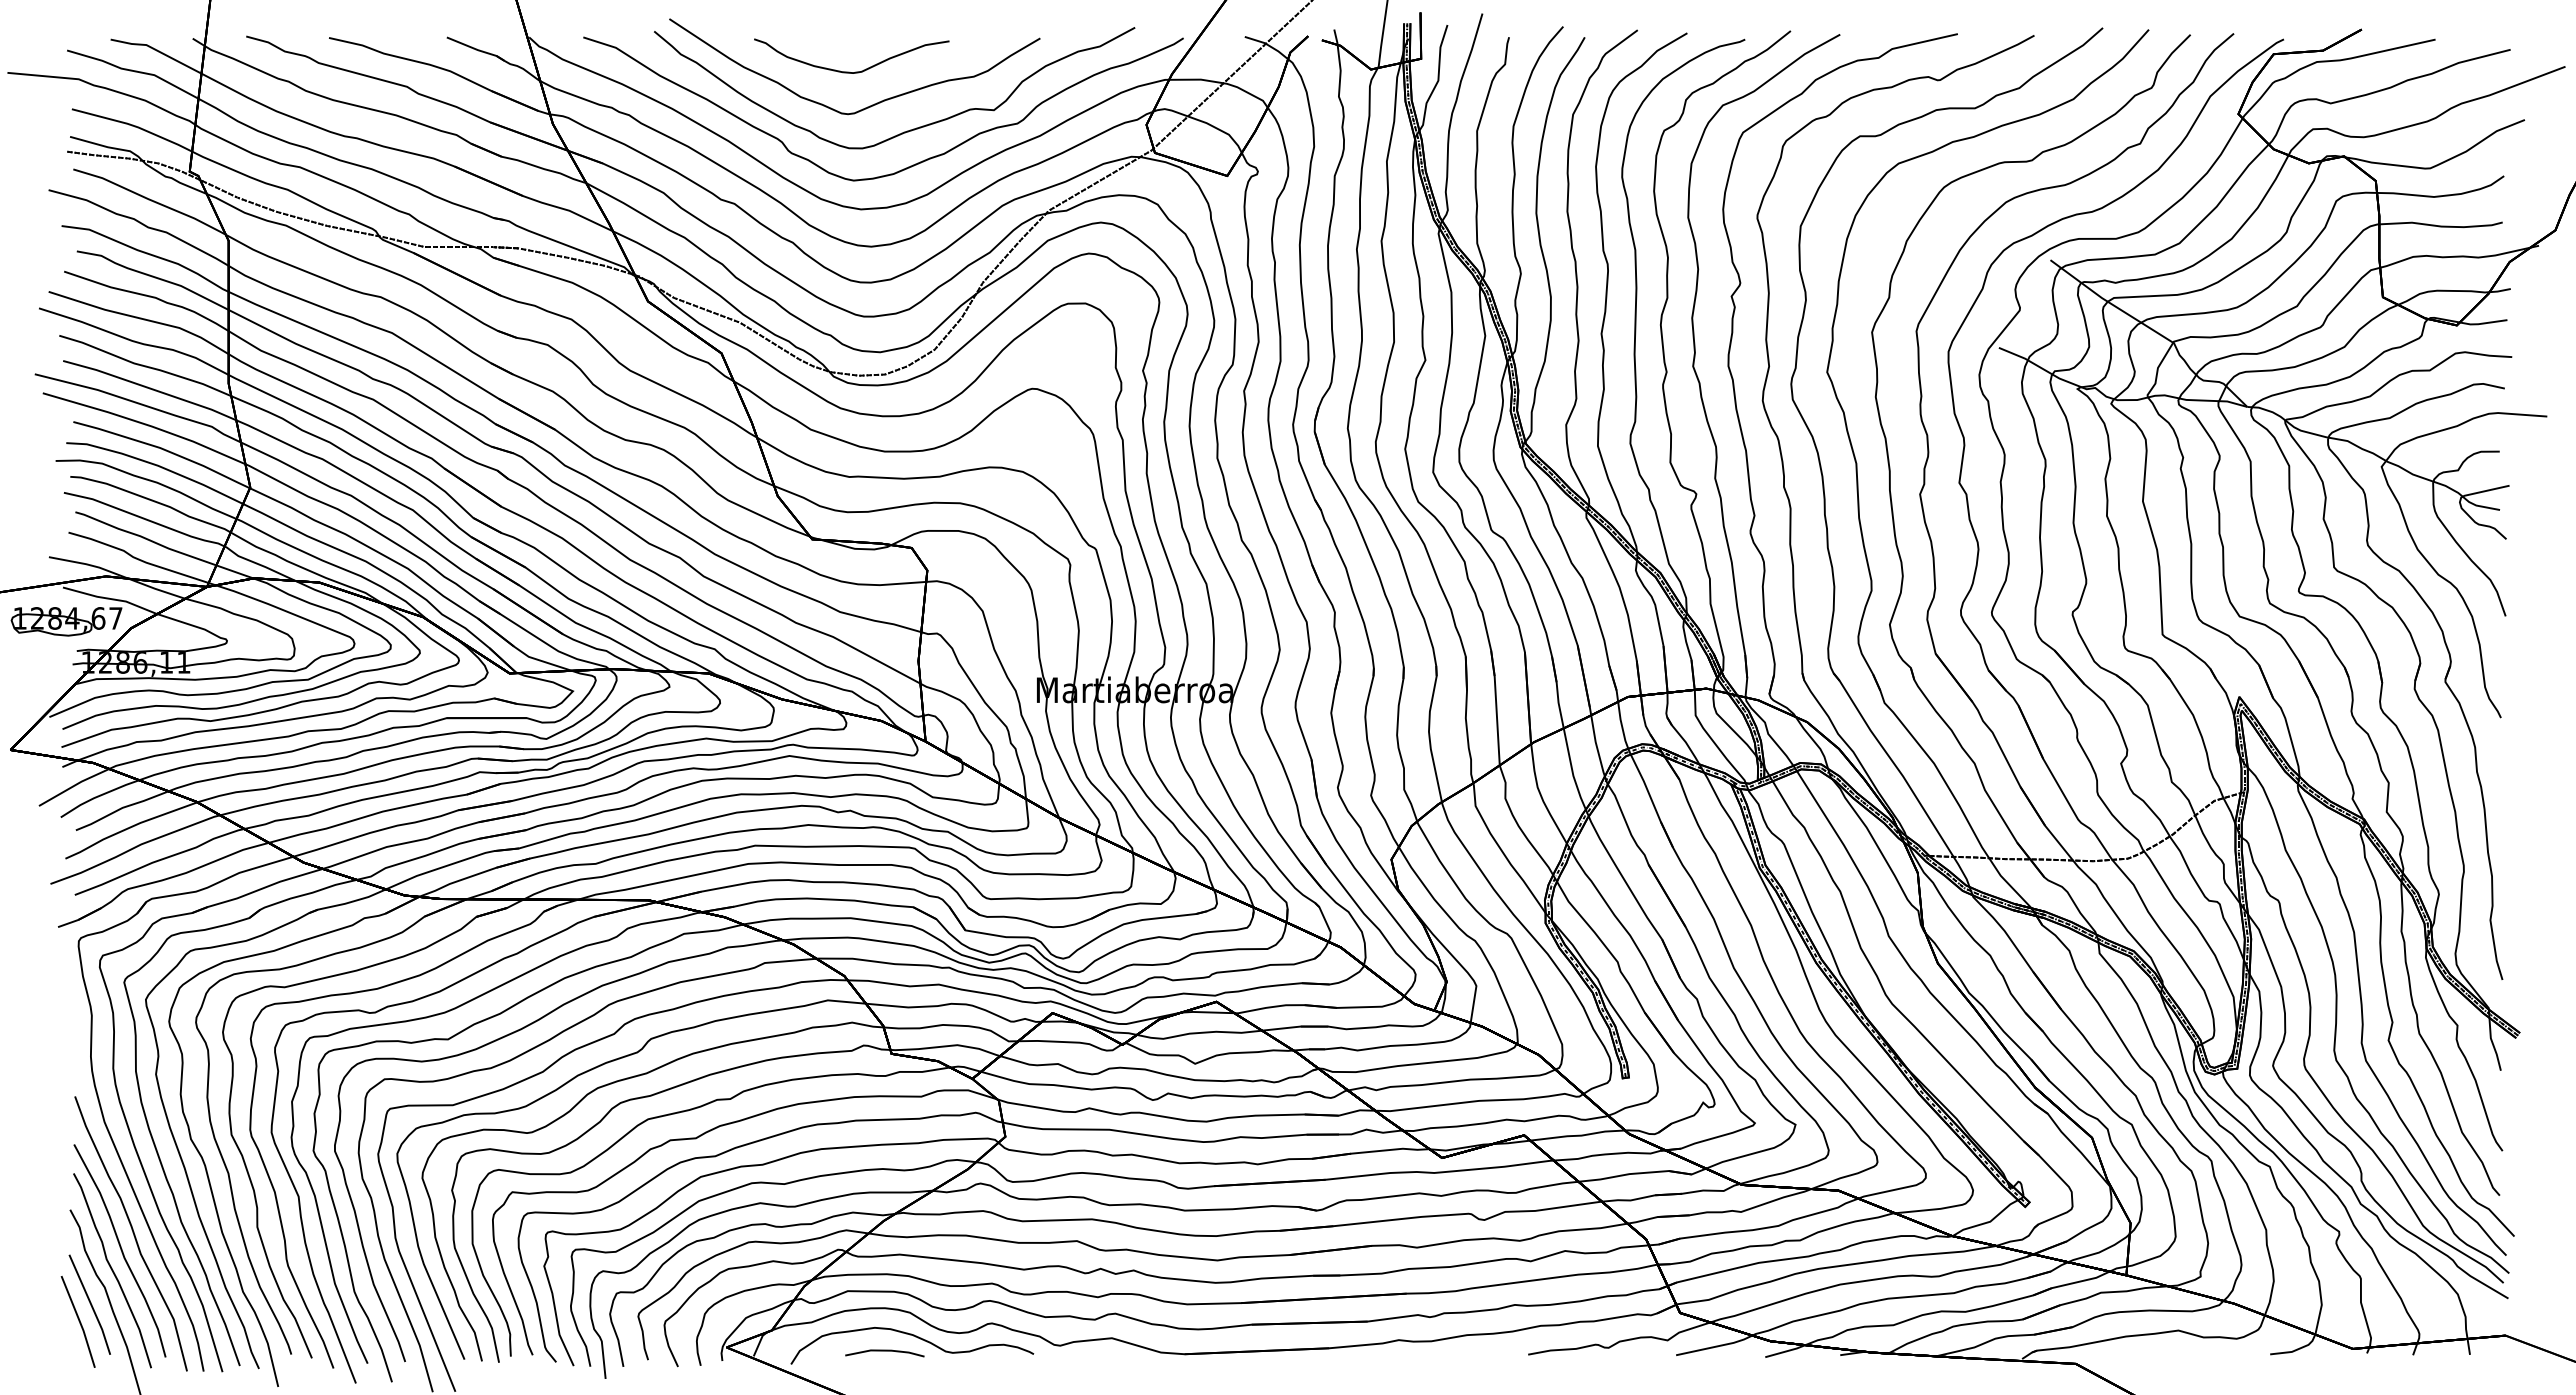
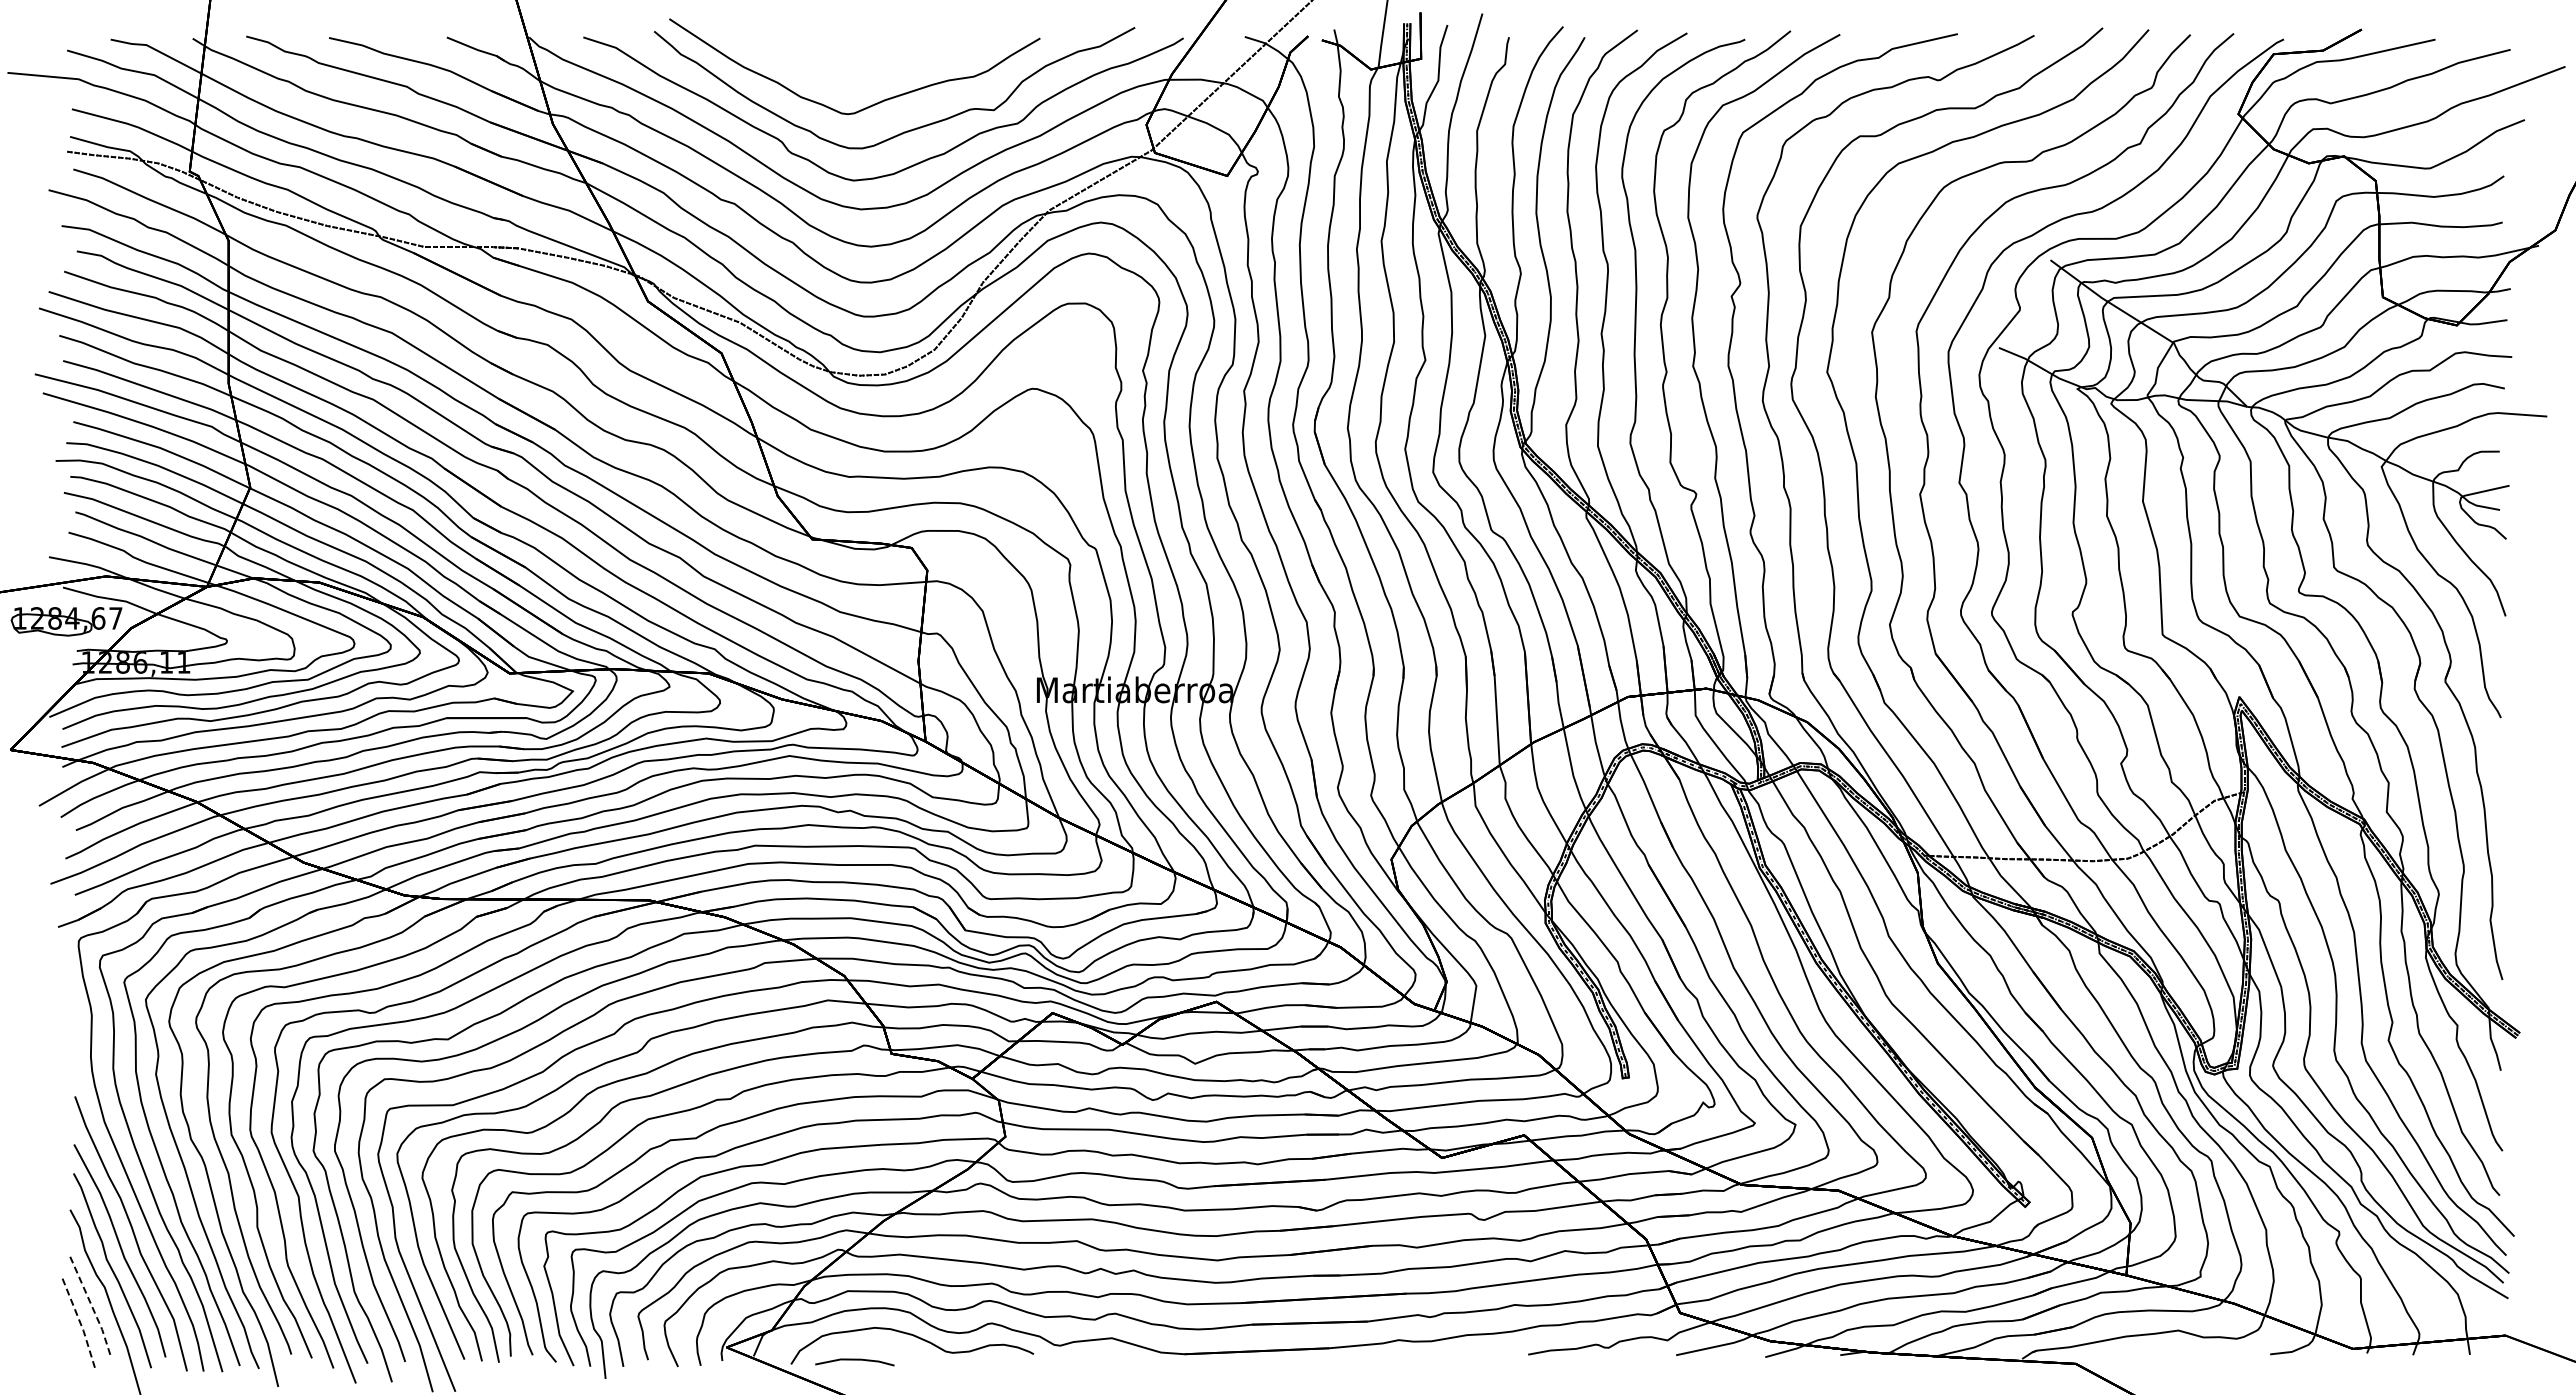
curve at (849, 71): present -> none
line at (91, 1304): solid -> dashed
line at (79, 1321): solid -> dashed
line at (884, 1351) position: (884, 1351) -> (854, 1360)
